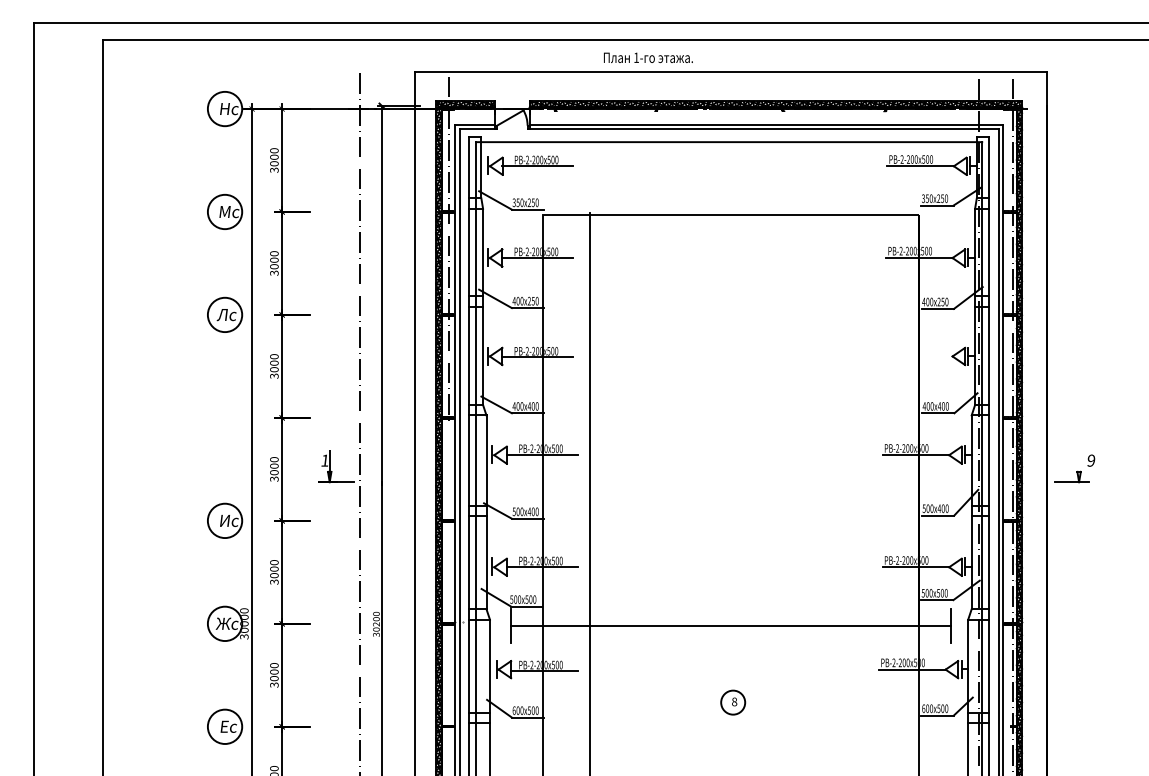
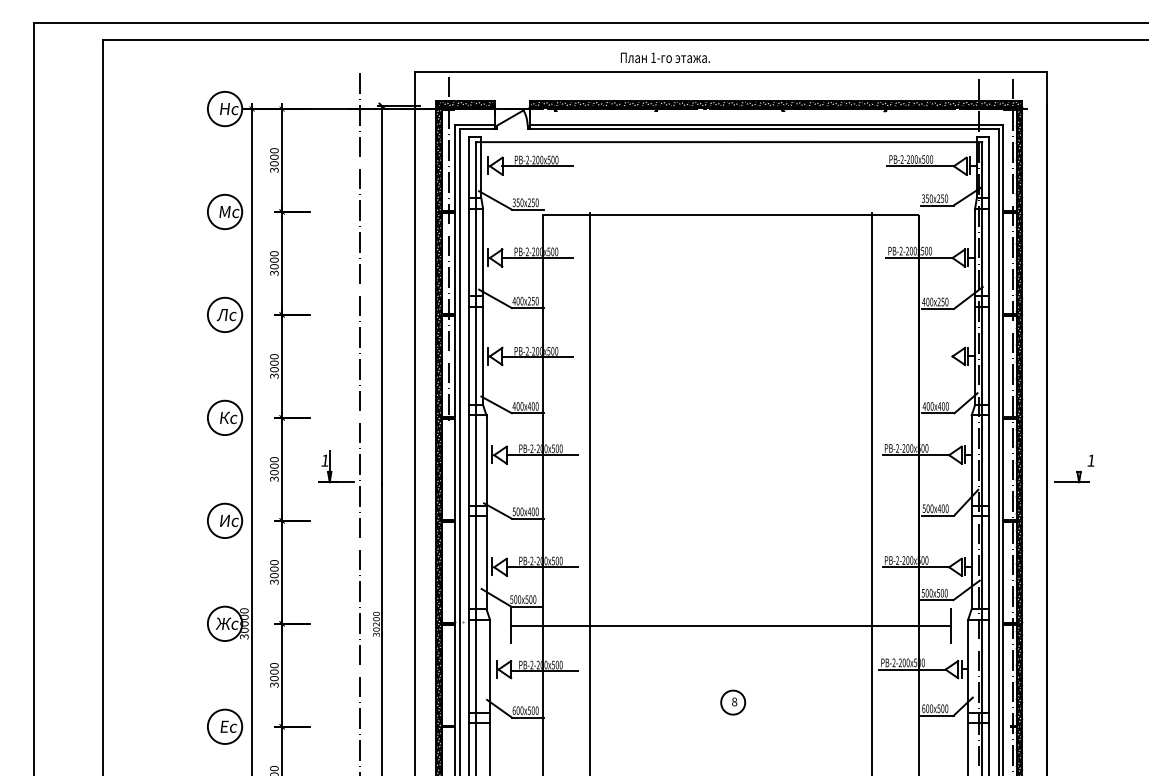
text at (648, 57) position: (648, 57) -> (665, 57)
part at (225, 417): none -> present
text at (1091, 460): 9 -> 1
line at (872, 492): none -> present
